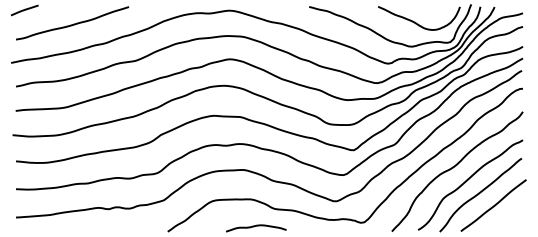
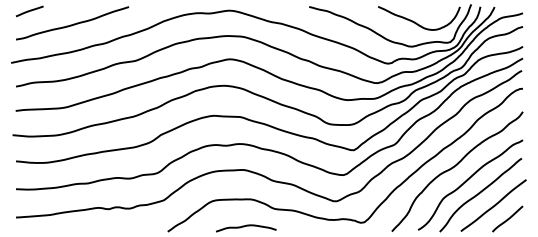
line at (24, 10) position: (24, 10) -> (29, 11)
line at (507, 218): none -> present
curve at (256, 226) position: (256, 226) -> (246, 226)
